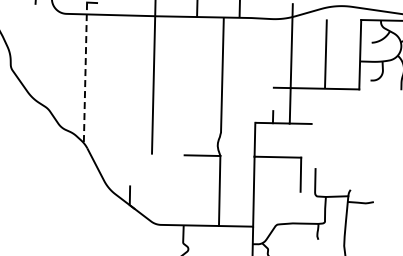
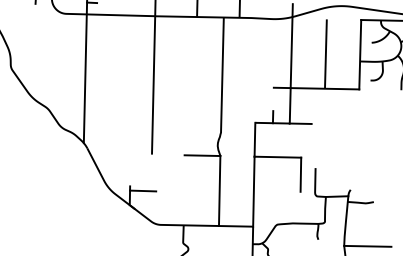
line at (85, 72): dashed -> solid
line at (143, 190): none -> present
line at (367, 245): none -> present
